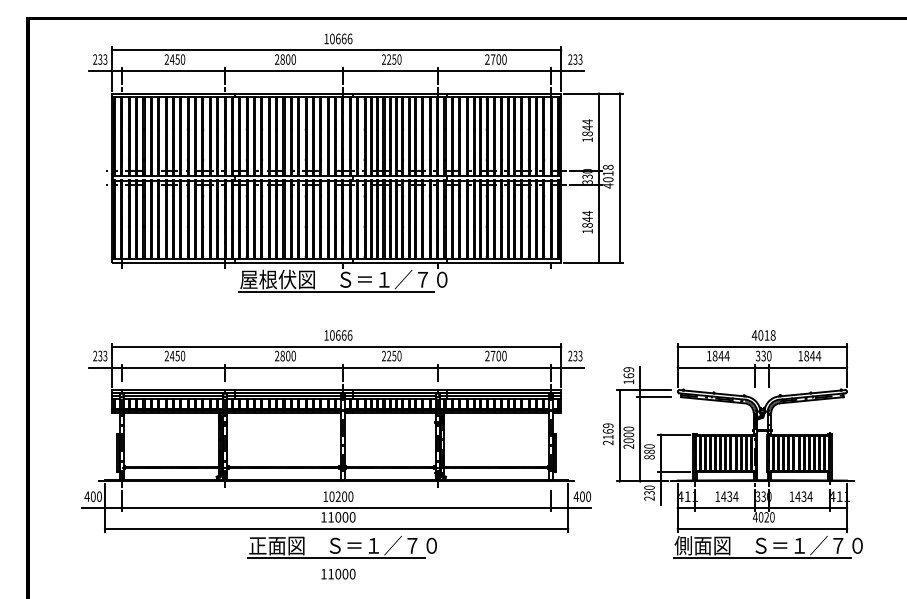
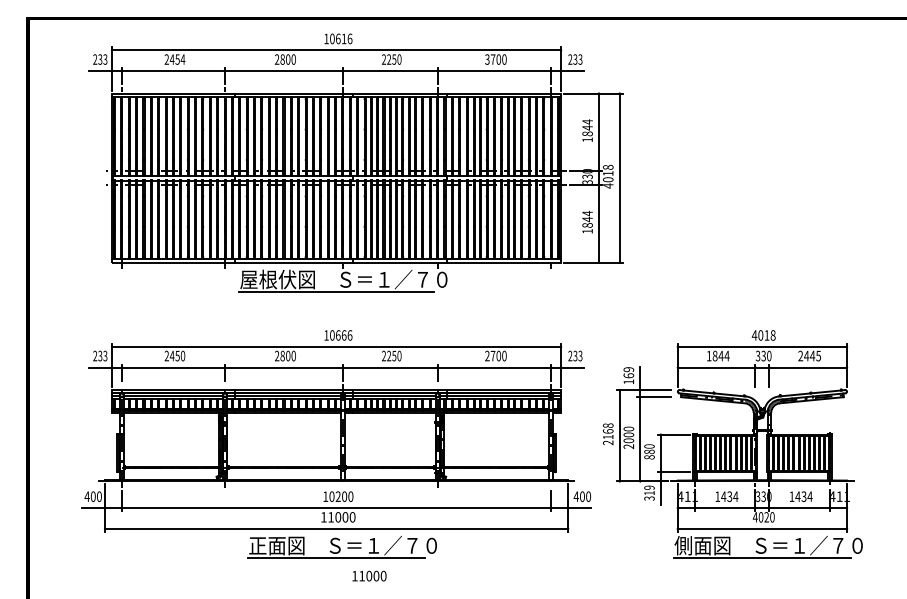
text at (343, 38): 10666 -> 10616
text at (182, 59): 2450 -> 2454
text at (487, 59): 2700 -> 3700
text at (809, 355): 1844 -> 2445
text at (608, 425): 2169 -> 2168
text at (649, 492): 230 -> 319
text at (338, 573) position: (338, 573) -> (369, 575)
